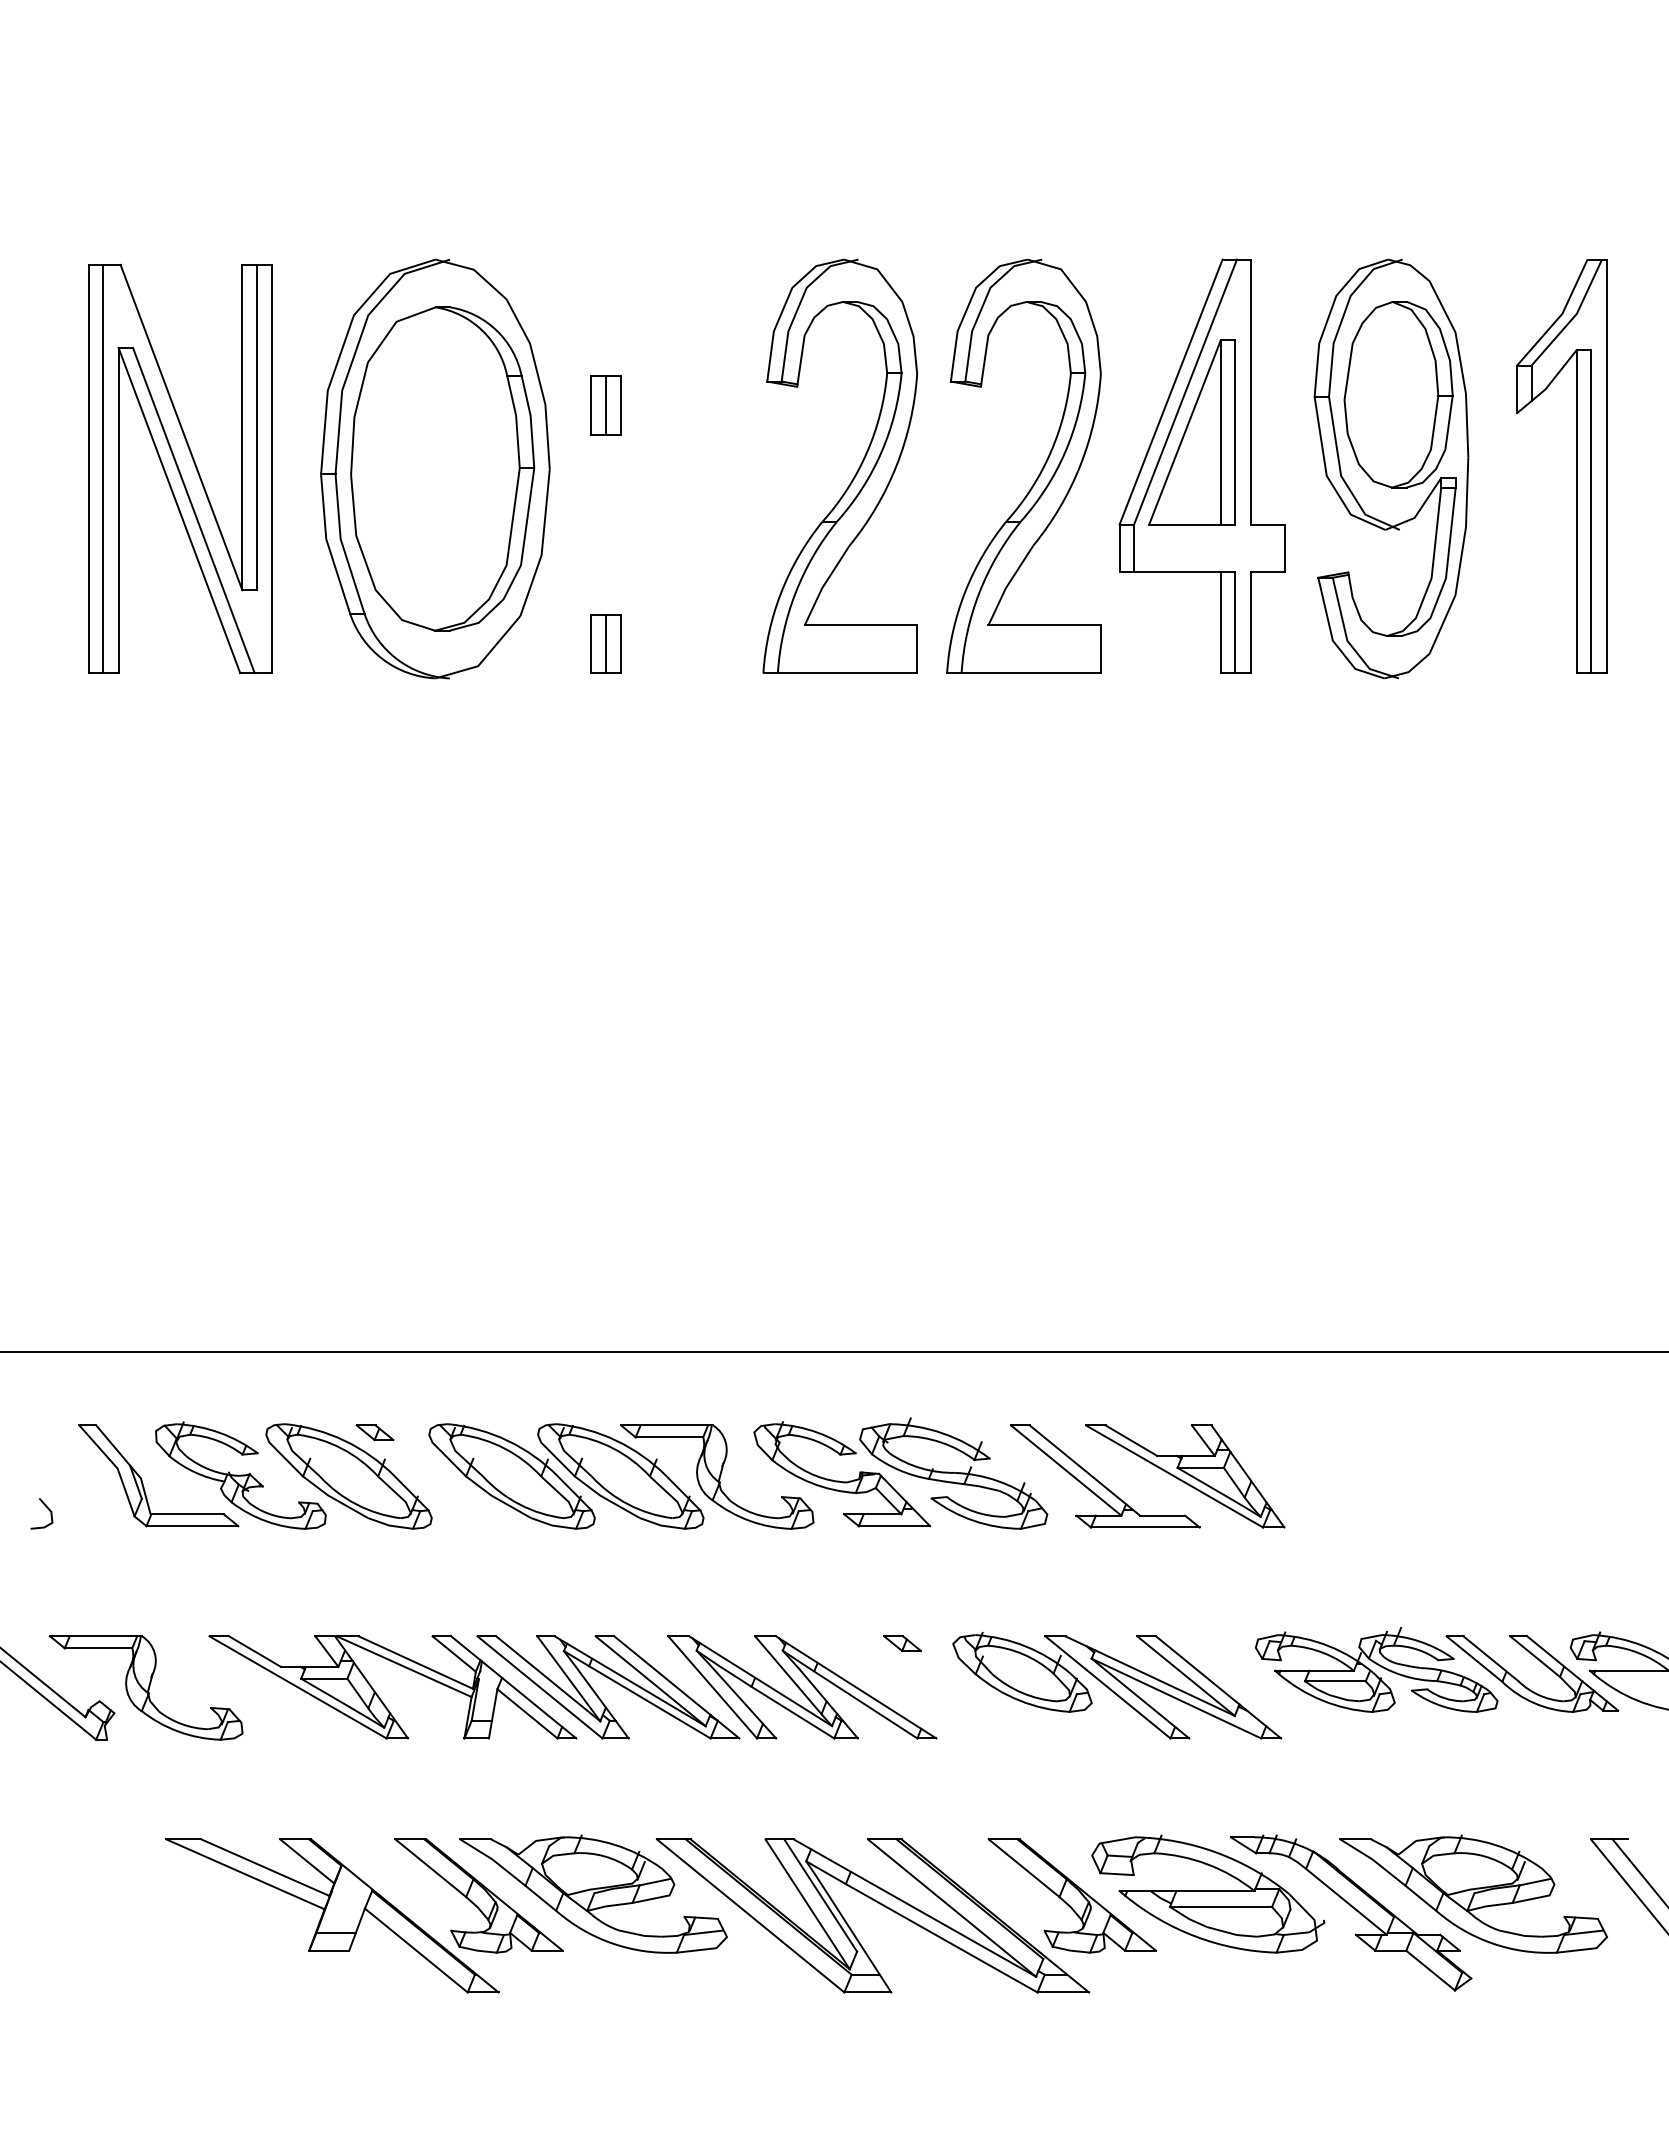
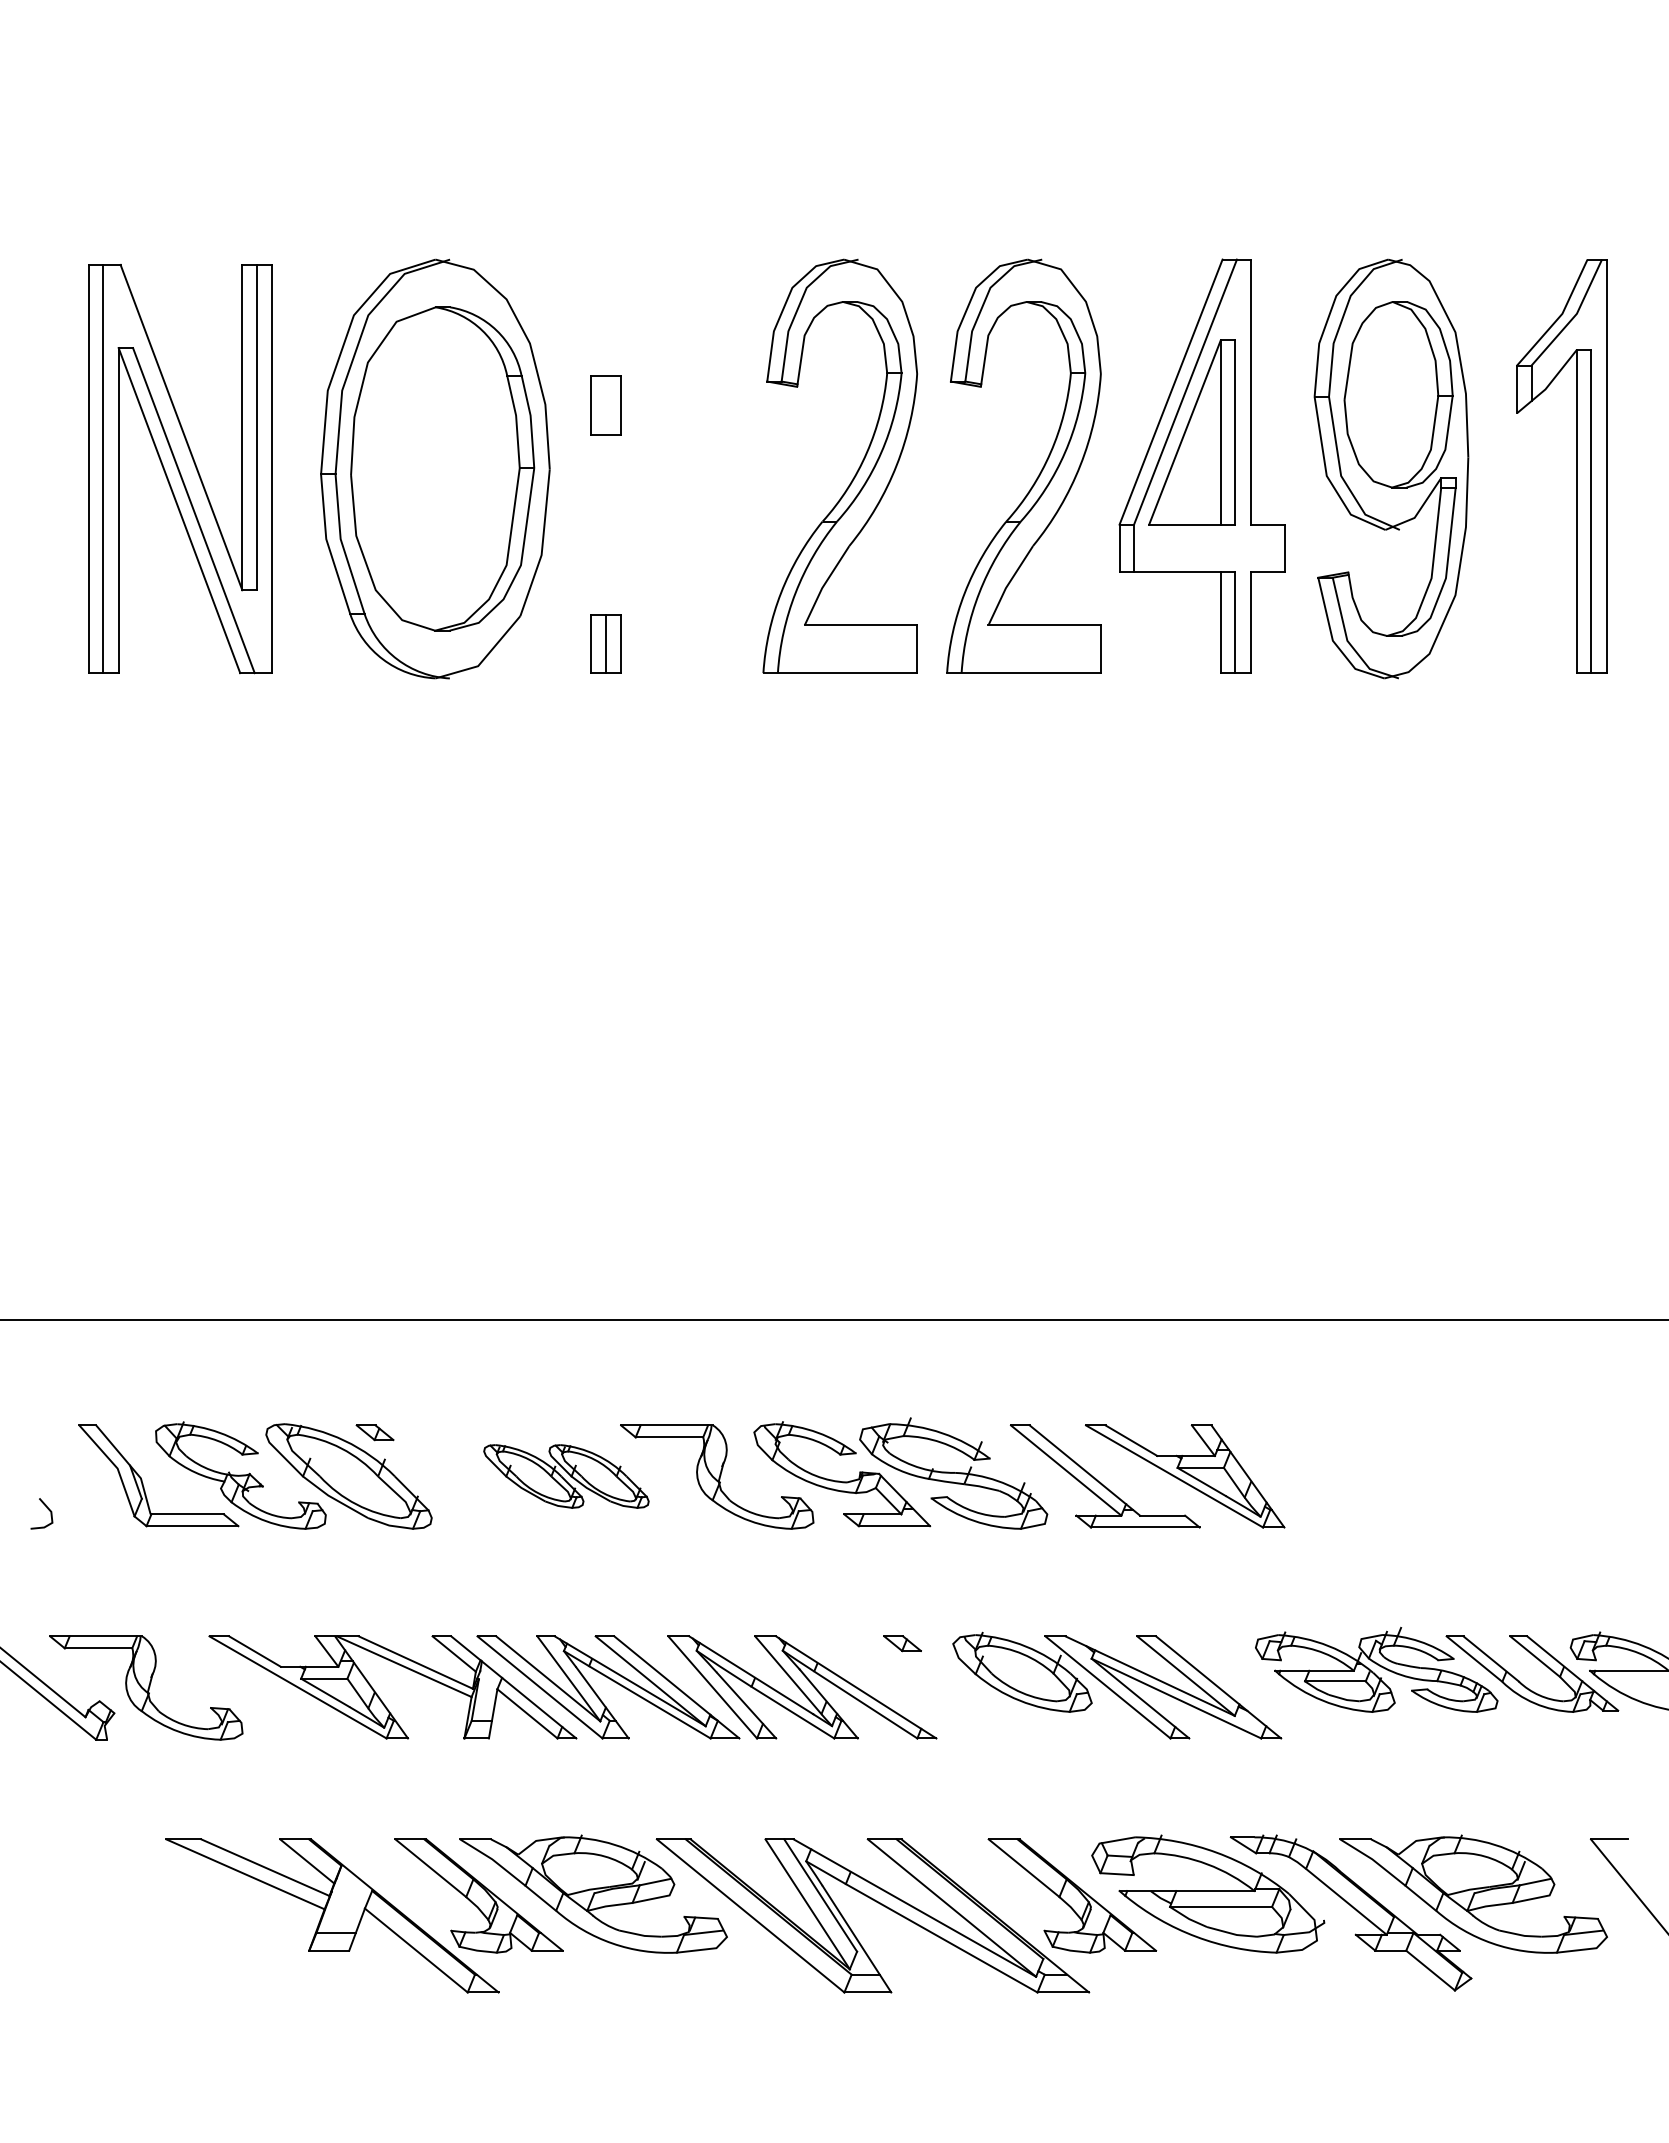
line at (605, 405): present -> none
line at (833, 1352) position: (833, 1352) -> (833, 1320)
part at (566, 1476) size: 277x107 px -> 167x65 px
line at (1638, 1871): present -> none
